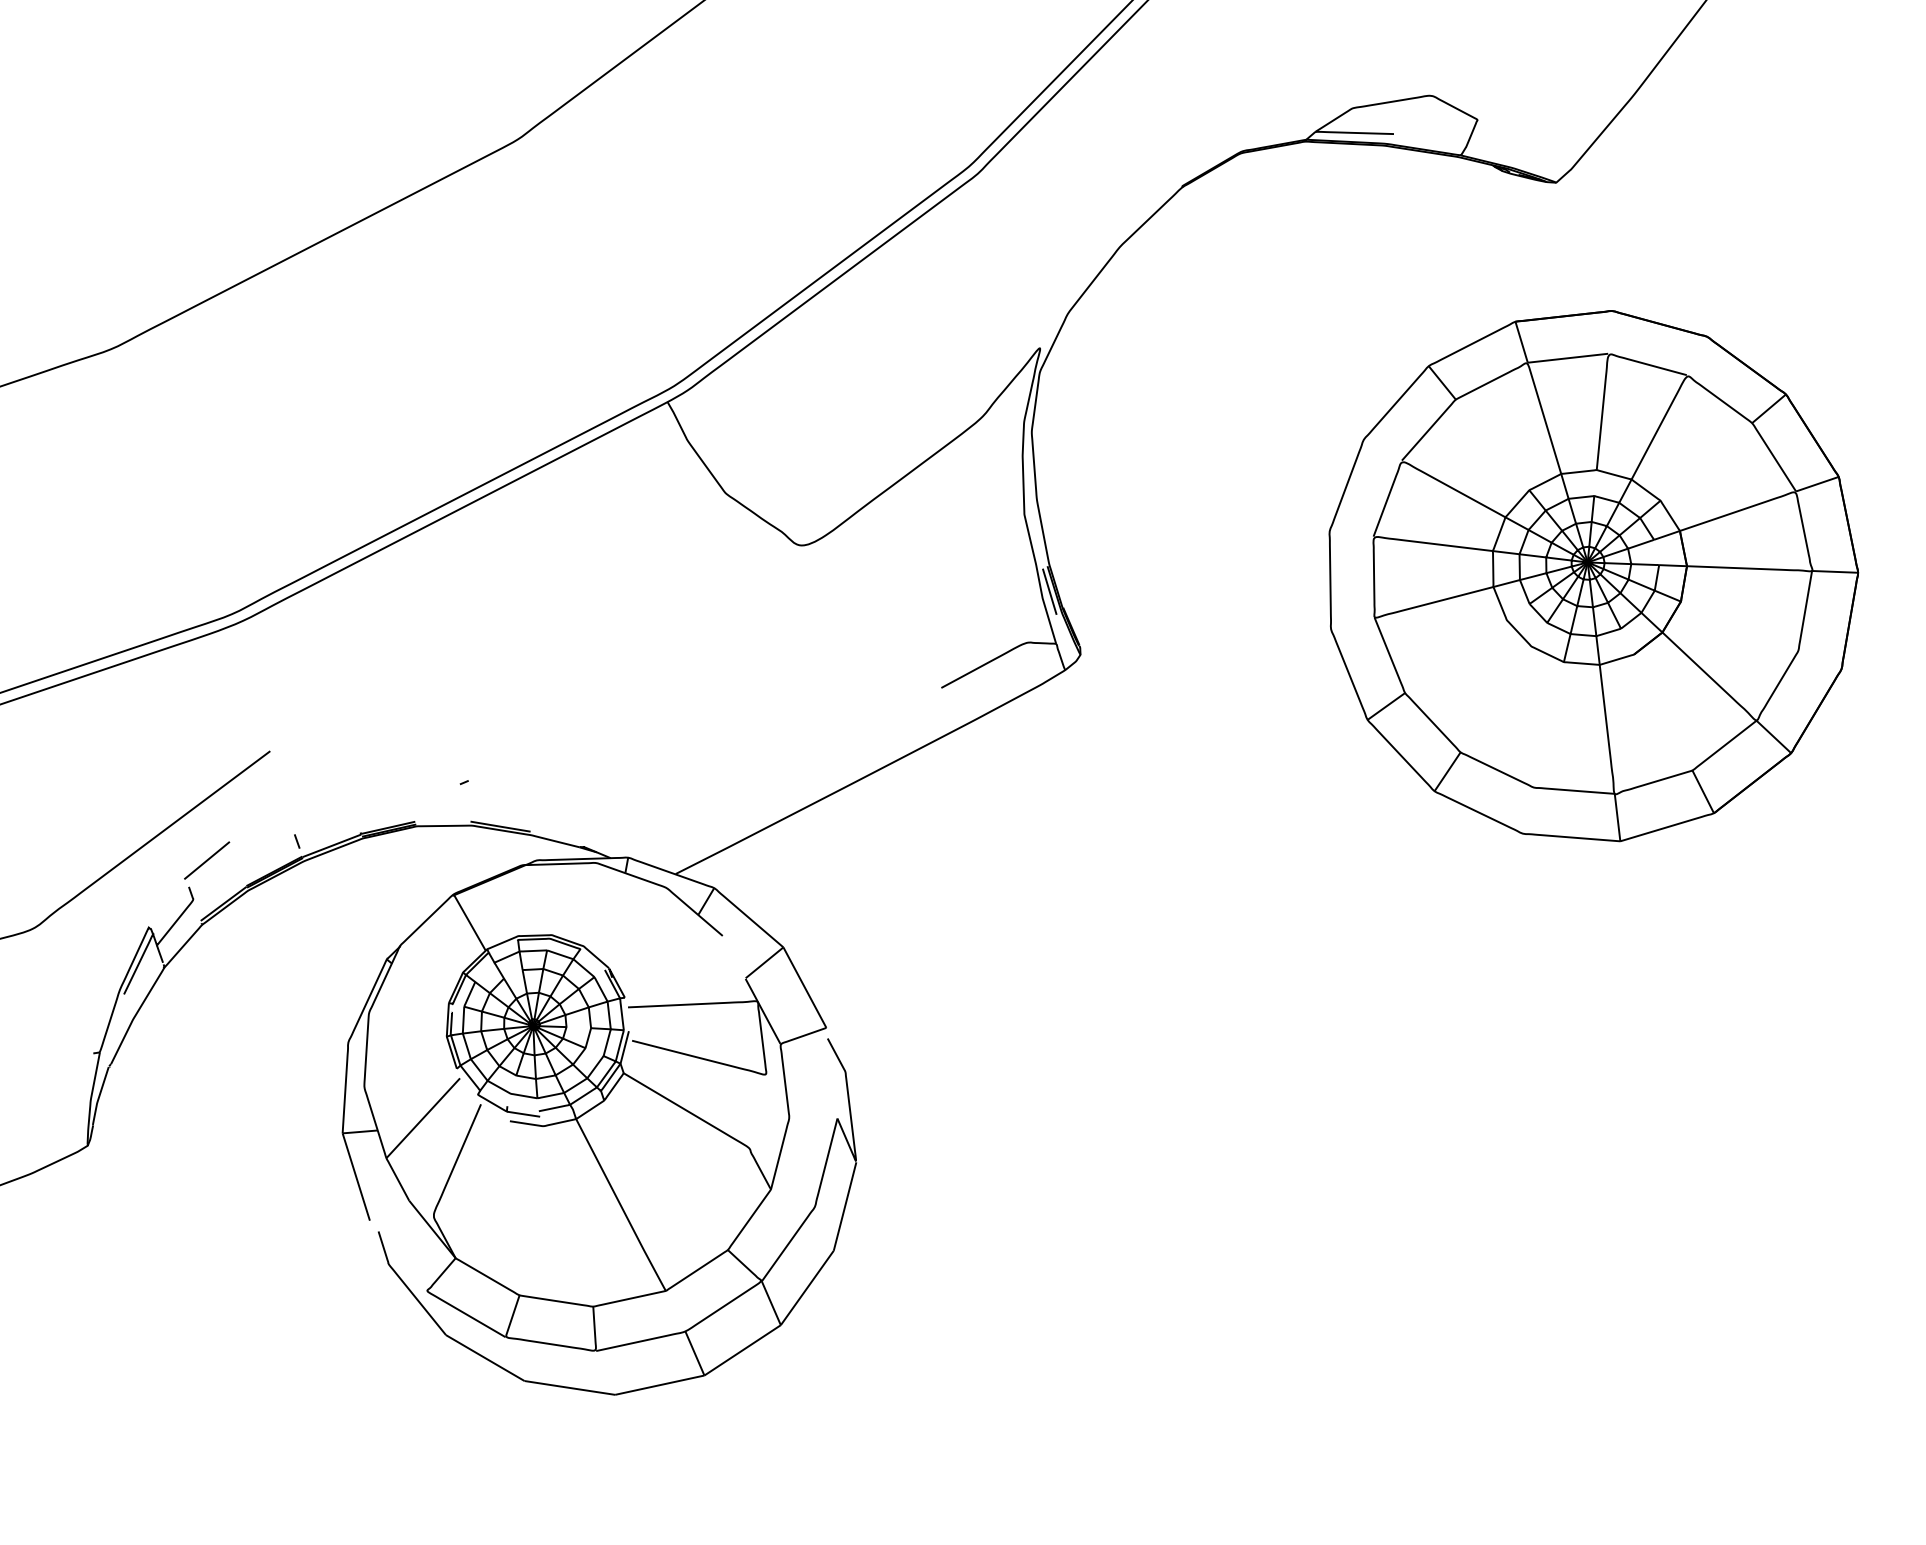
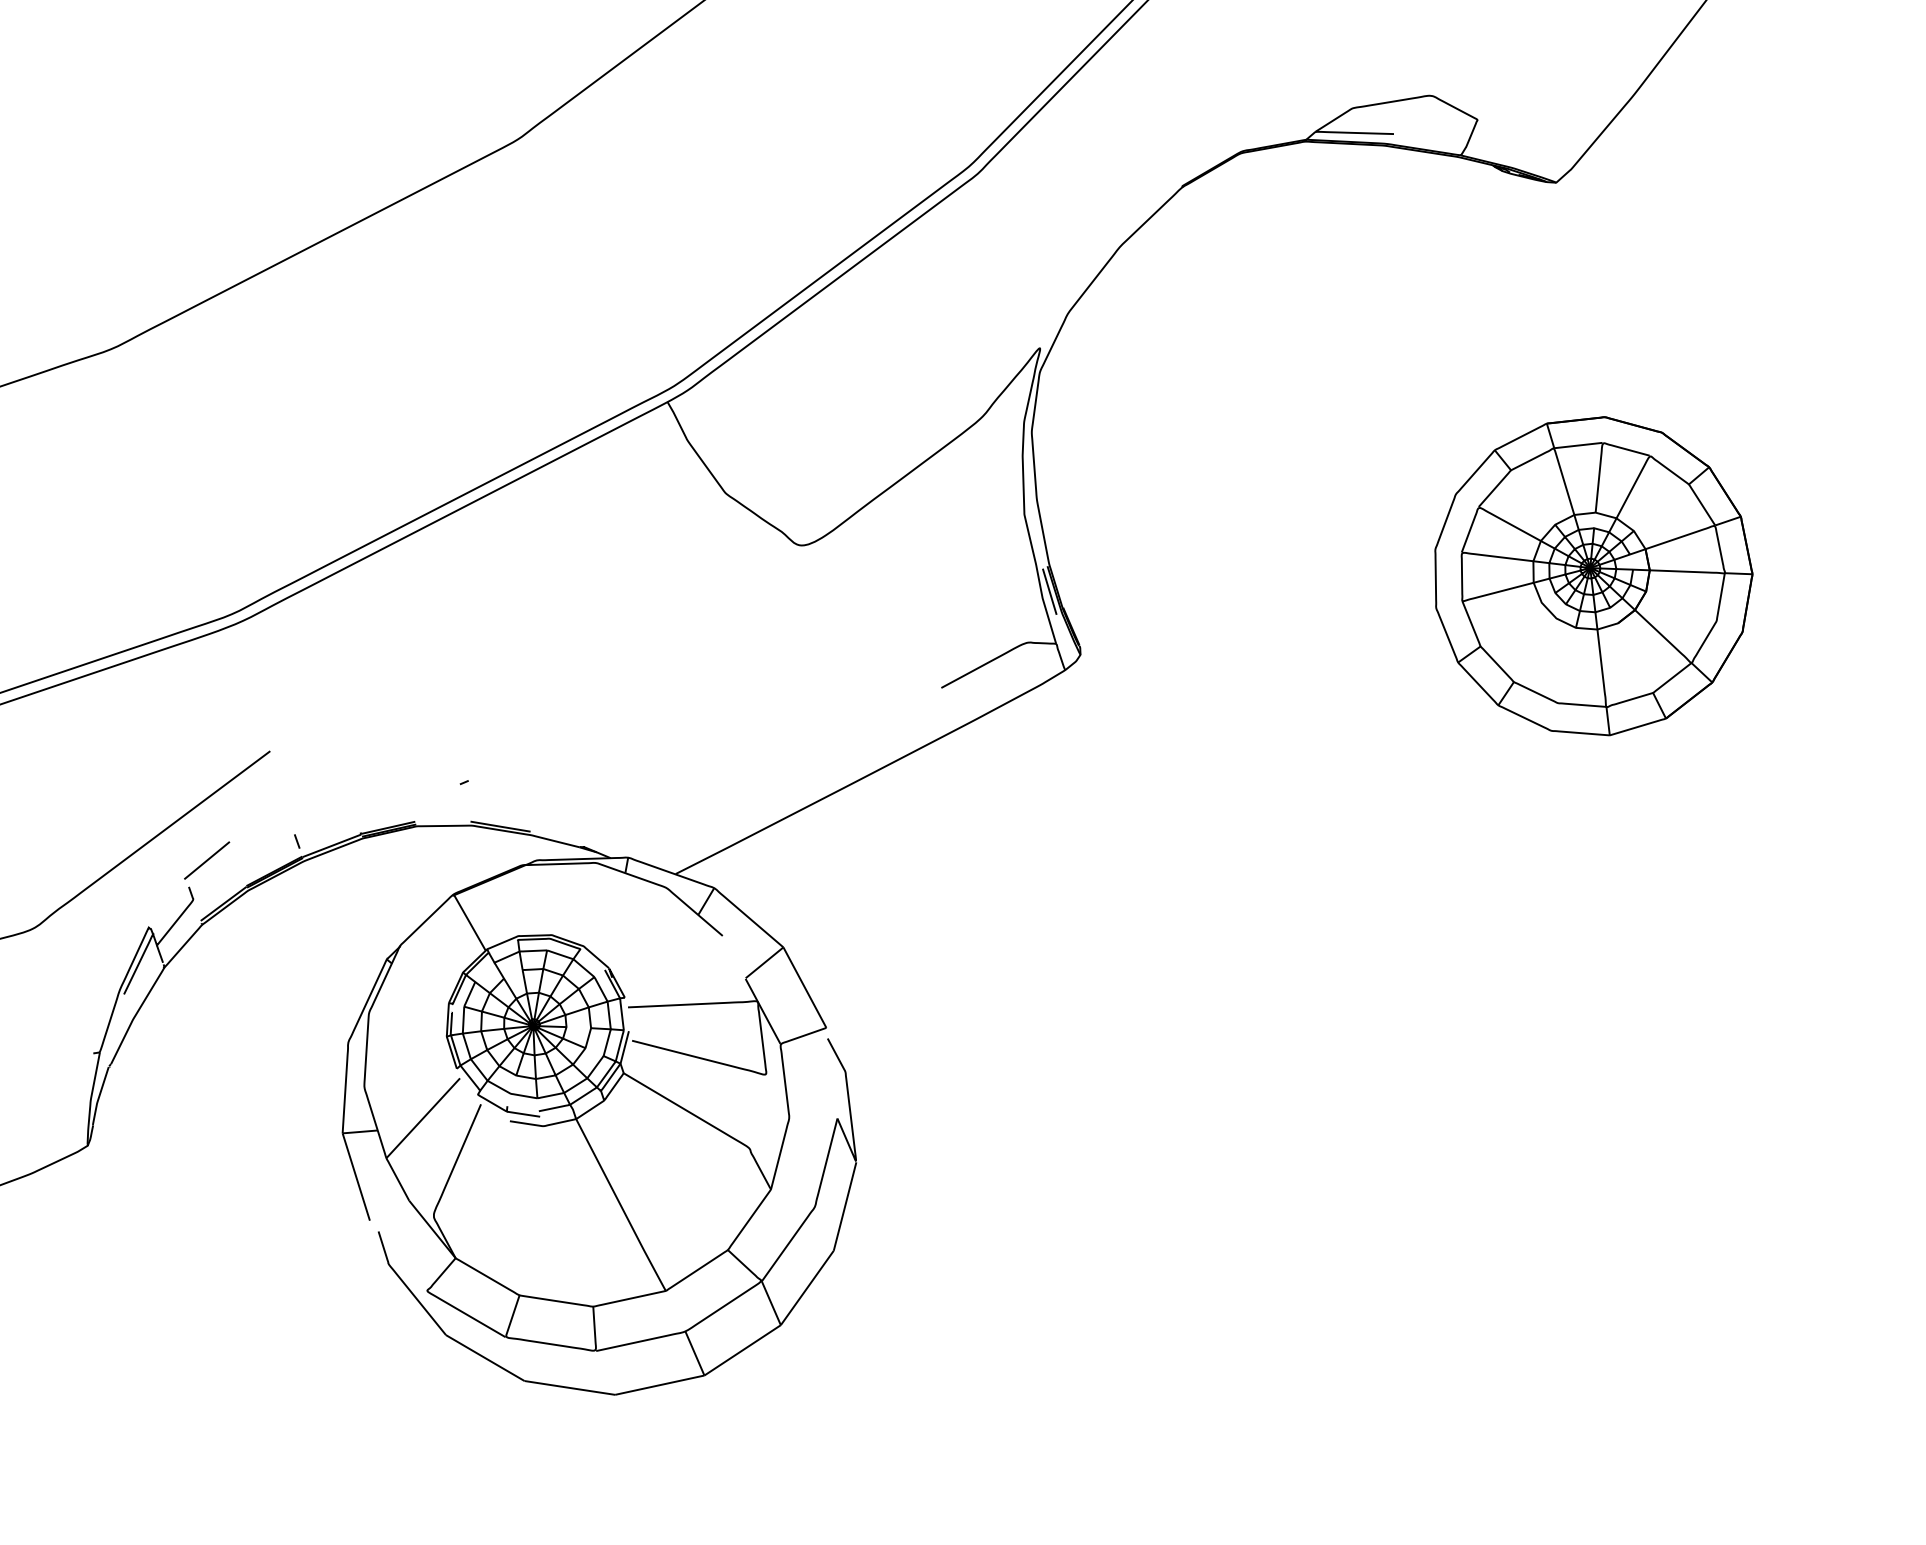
part at (1593, 576) size: 532x533 px -> 320x321 px
